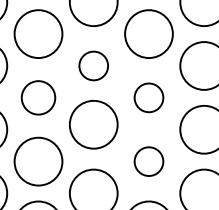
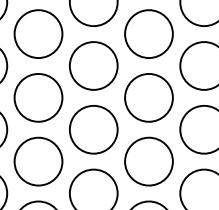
circle at (93, 65) diameter: 29 px -> 48 px
circle at (38, 97) diameter: 33 px -> 48 px
circle at (148, 97) diameter: 29 px -> 48 px
circle at (93, 124) position: (93, 124) -> (93, 129)
circle at (148, 161) diameter: 29 px -> 48 px
